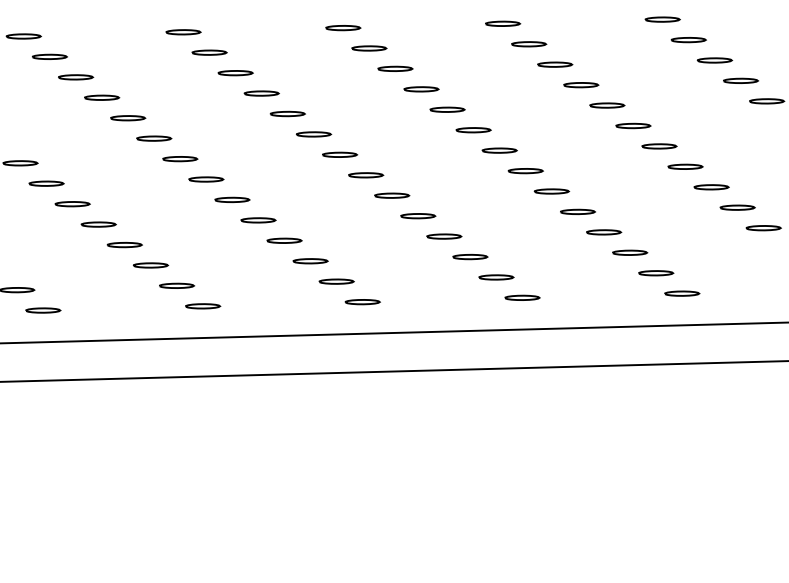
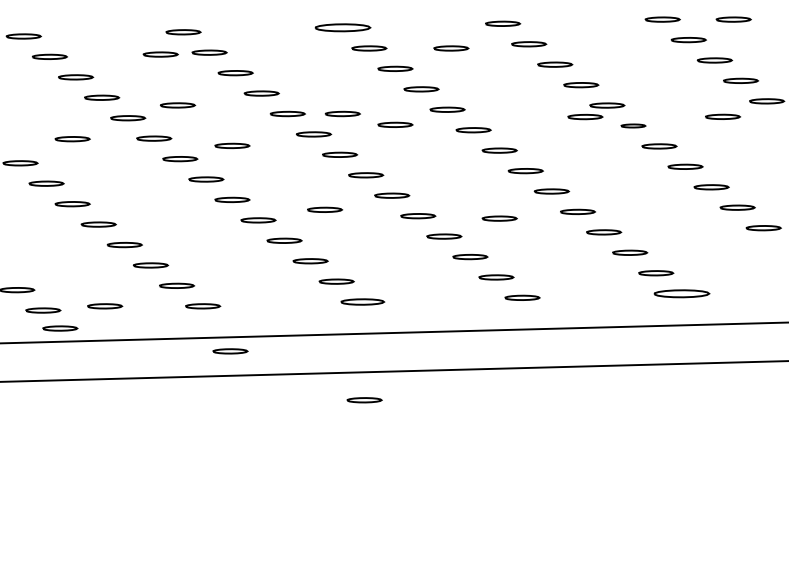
part at (733, 19): none -> present
part at (343, 28) size: 37x7 px -> 58x10 px
part at (451, 48): none -> present
part at (160, 54): none -> present
part at (178, 105): none -> present
part at (342, 113): none -> present
part at (723, 116): none -> present
part at (585, 117): none -> present
part at (395, 124): none -> present
part at (633, 125) size: 37x8 px -> 27x6 px
part at (72, 139): none -> present
part at (232, 145): none -> present
part at (325, 209): none -> present
part at (499, 218): none -> present
part at (682, 293) size: 37x7 px -> 58x10 px
part at (362, 302) size: 37x7 px -> 46x8 px
part at (105, 306): none -> present
part at (60, 328): none -> present
part at (230, 351): none -> present
part at (364, 400): none -> present
